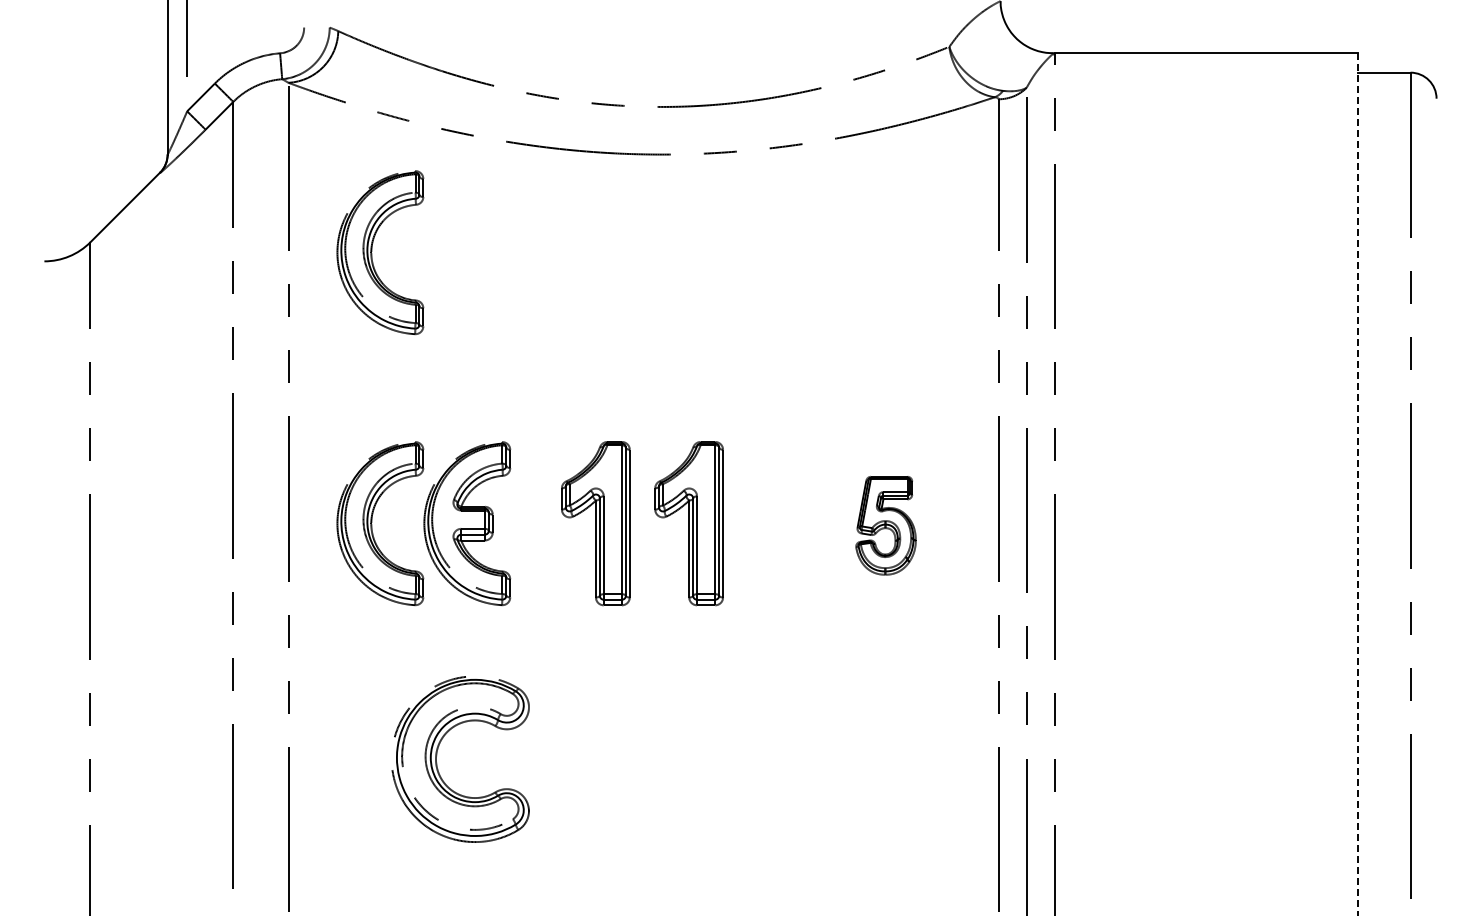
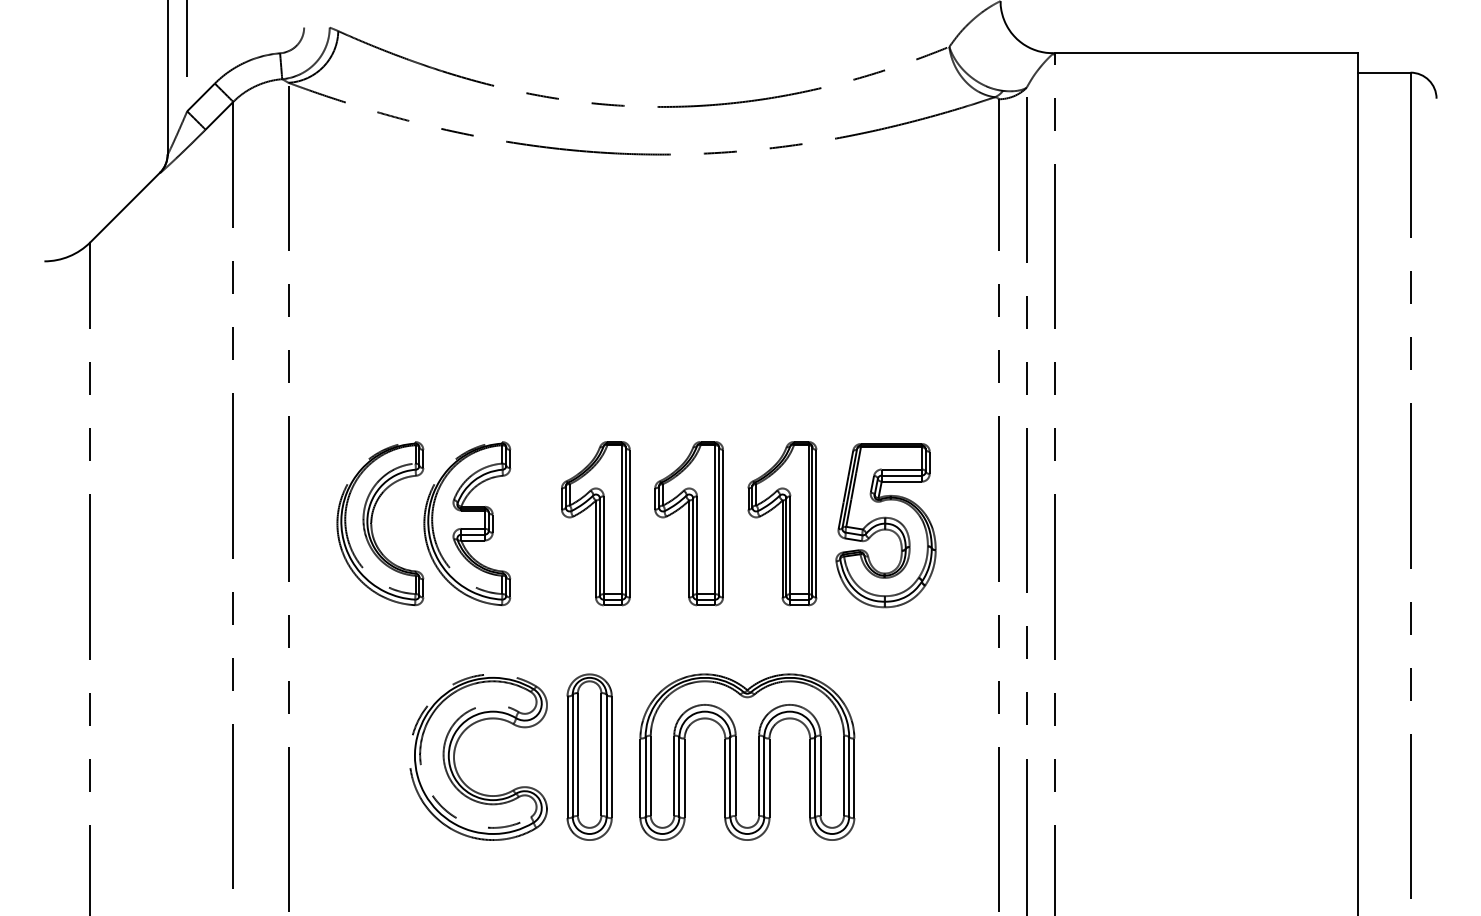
part at (372, 251): present -> none
line at (1358, 484): dashed -> solid
part at (782, 523): none -> present
part at (885, 525) size: 62x100 px -> 102x166 px
part at (437, 755) position: (437, 755) -> (455, 753)
part at (589, 756): none -> present
part at (747, 756): none -> present
